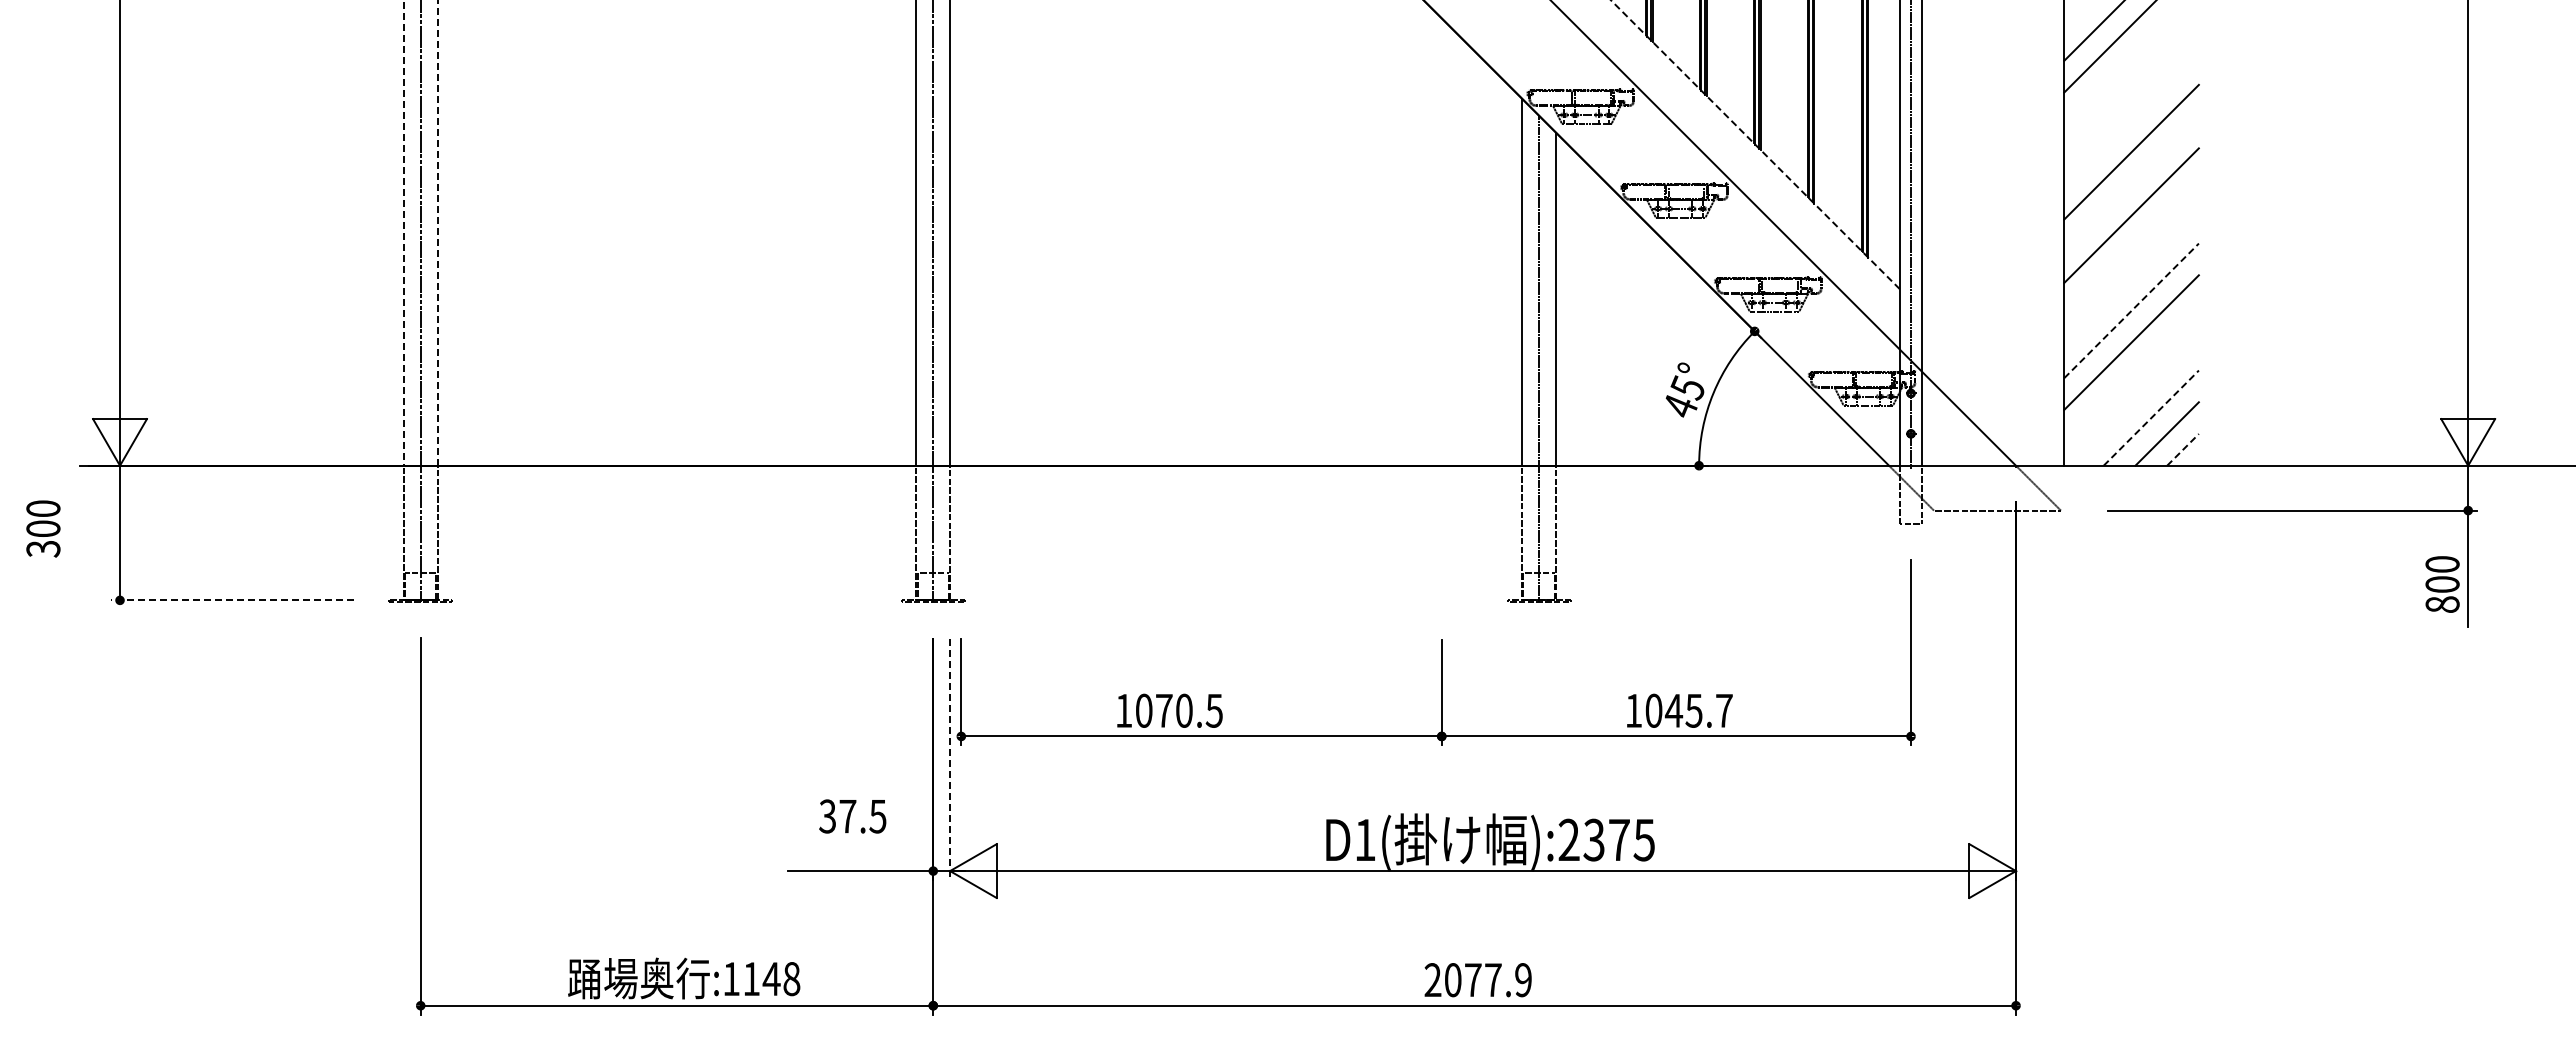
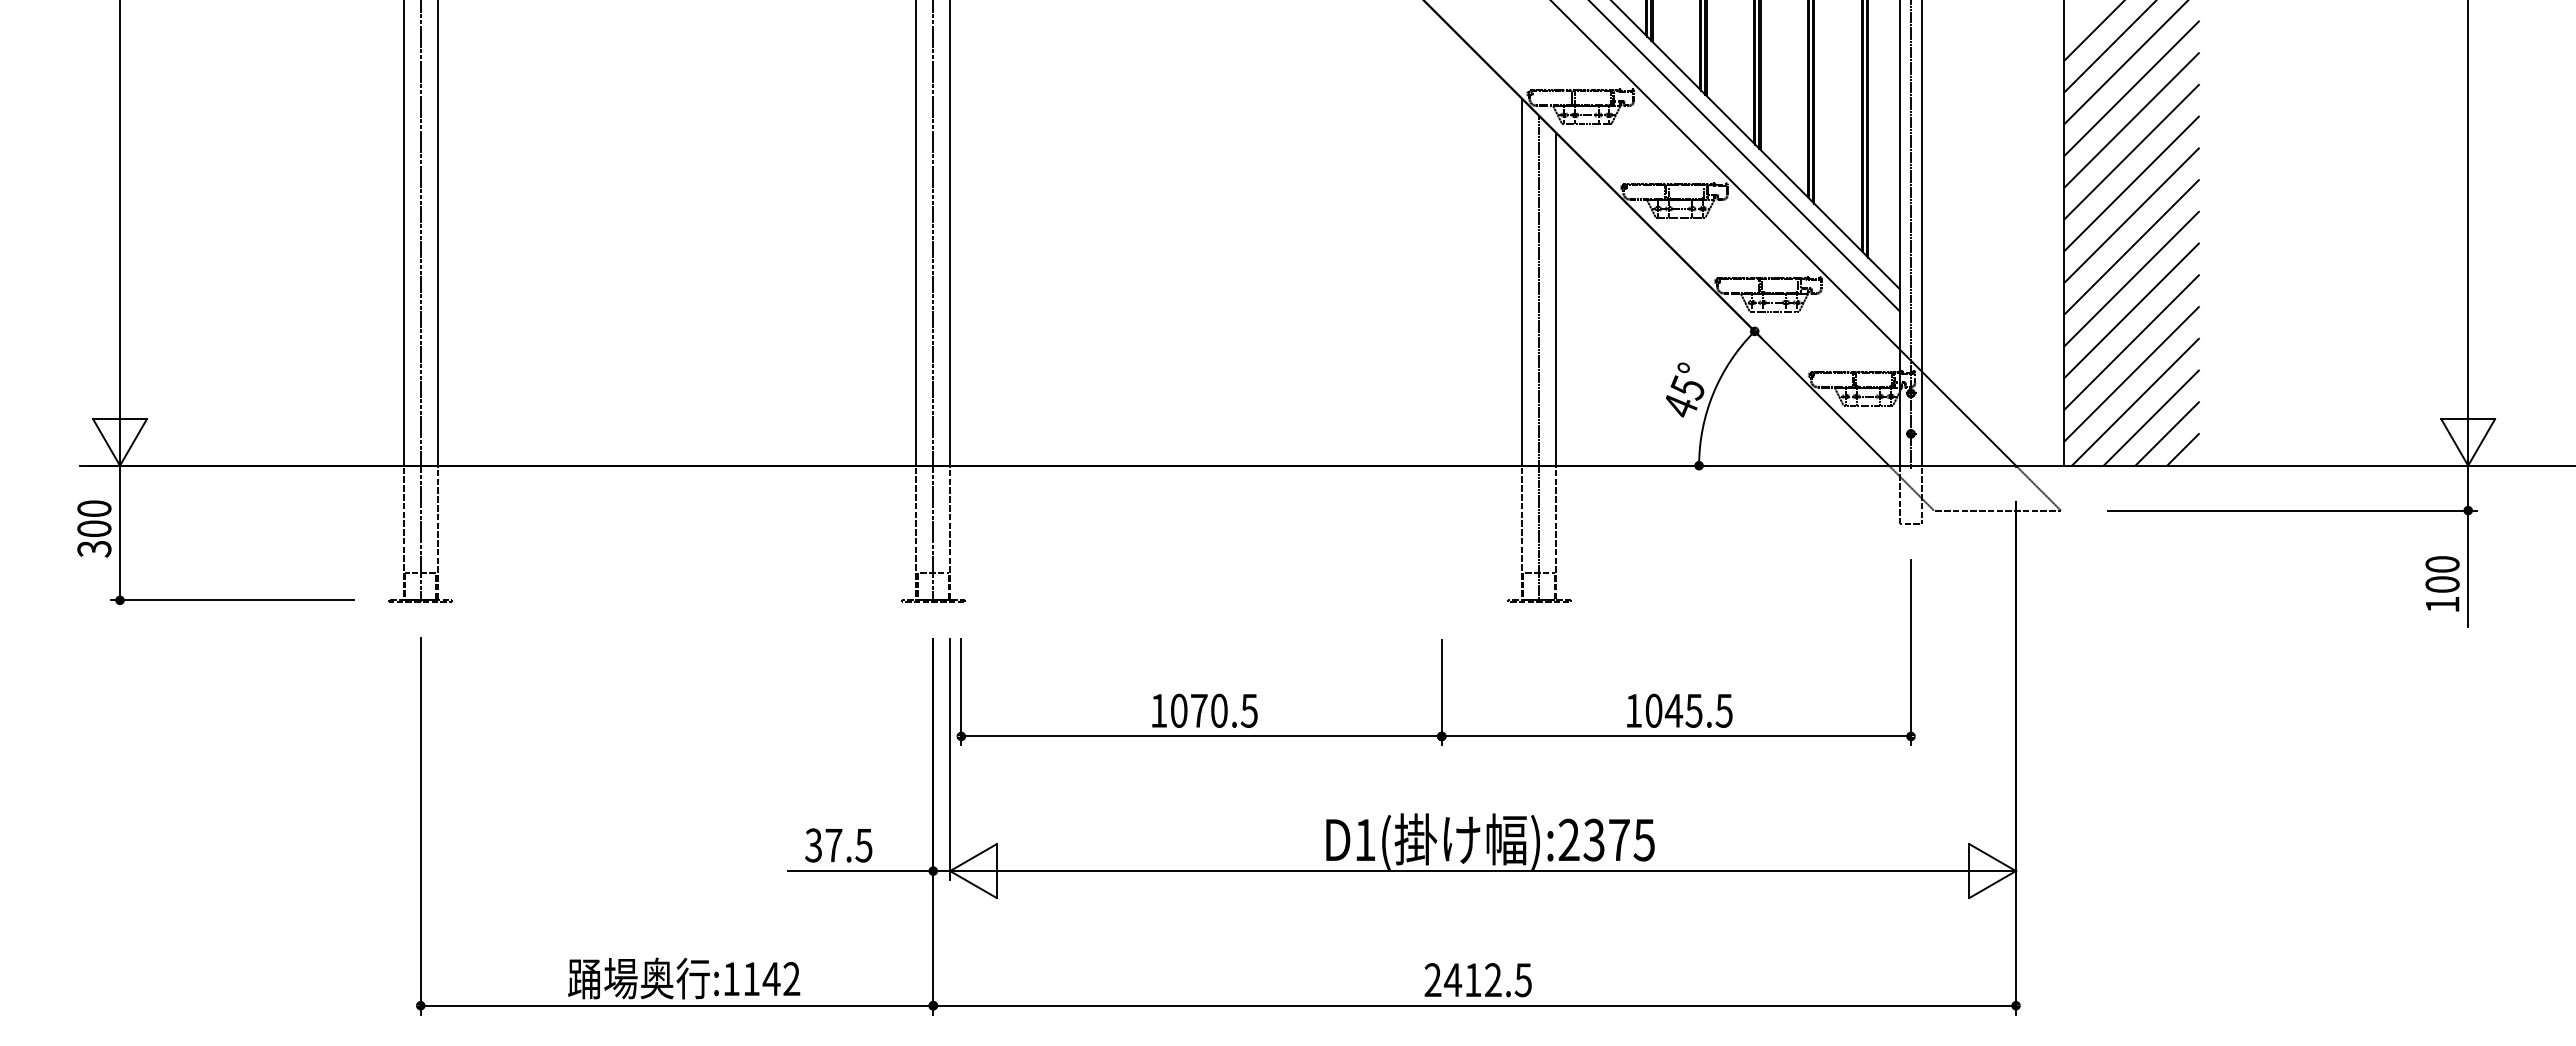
line at (2125, 63): none -> present
line at (2131, 88): none -> present
line at (2131, 120): none -> present
line at (1755, 144): dashed -> solid
line at (1745, 156): none -> present
line at (2131, 183): none -> present
line at (437, 232): dashed -> solid
line at (403, 233): dashed -> solid
line at (2131, 247): none -> present
line at (2131, 278): none -> present
line at (2131, 310): dashed -> solid
line at (2131, 374): none -> present
line at (2134, 401): none -> present
line at (2151, 417): dashed -> solid
line at (2183, 449): dashed -> solid
text at (43, 528) position: (43, 528) -> (94, 528)
line at (231, 600): dashed -> solid
text at (2442, 604): 800 -> 100
text at (1169, 710) position: (1169, 710) -> (1204, 710)
text at (1723, 710): 1045.7 -> 1045.5
line at (950, 760): dashed -> solid
text at (852, 816) position: (852, 816) -> (838, 845)
text at (791, 979): :1148 -> :1142
text at (1487, 980): 2077.9 -> 2412.5
